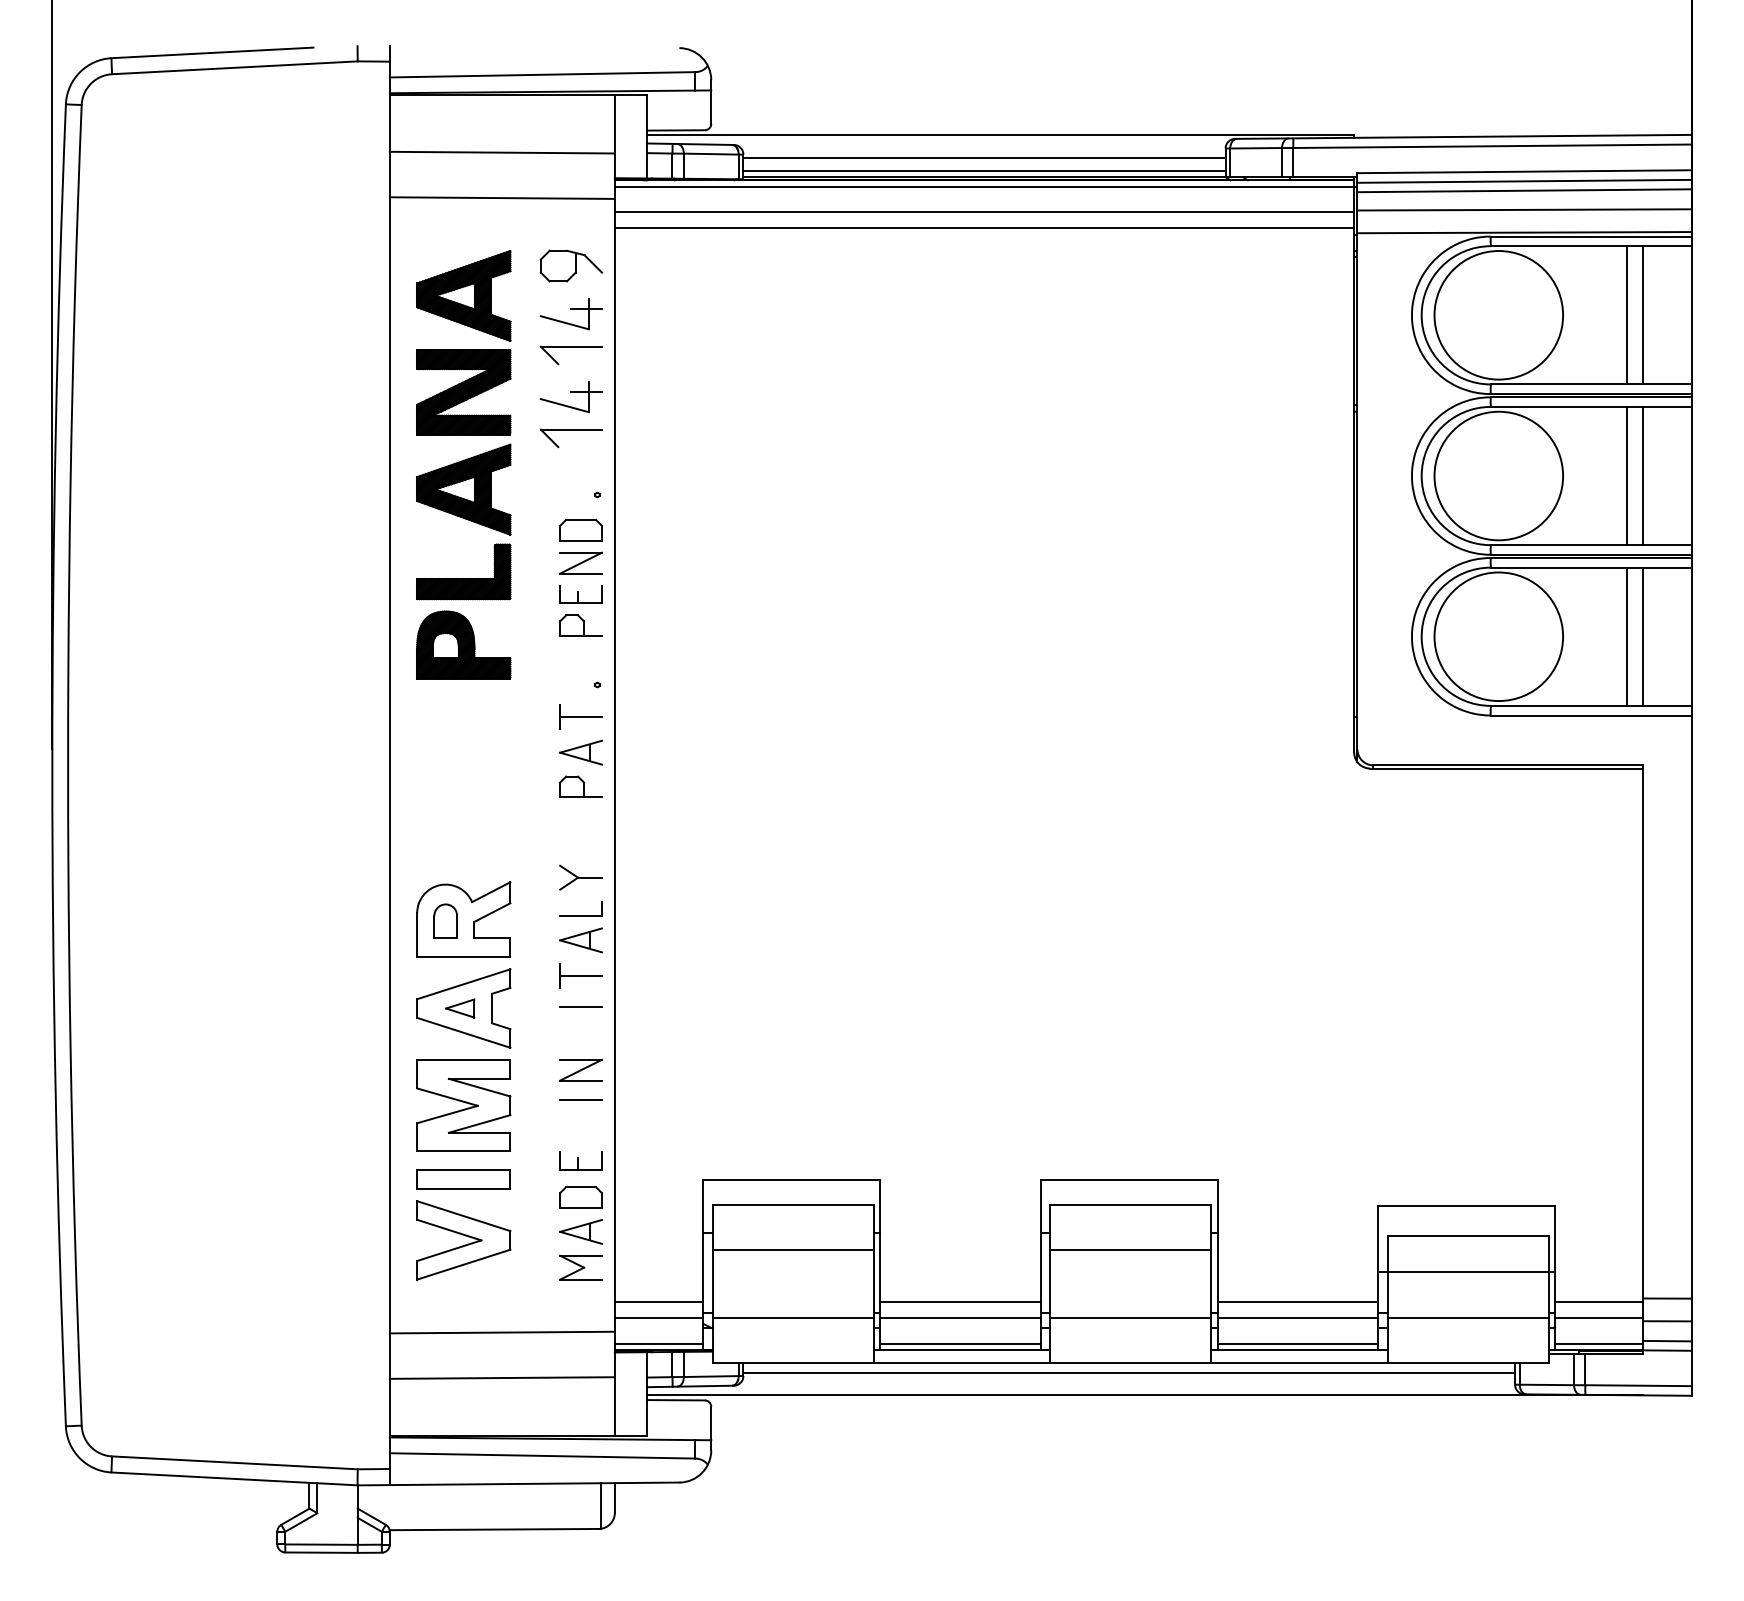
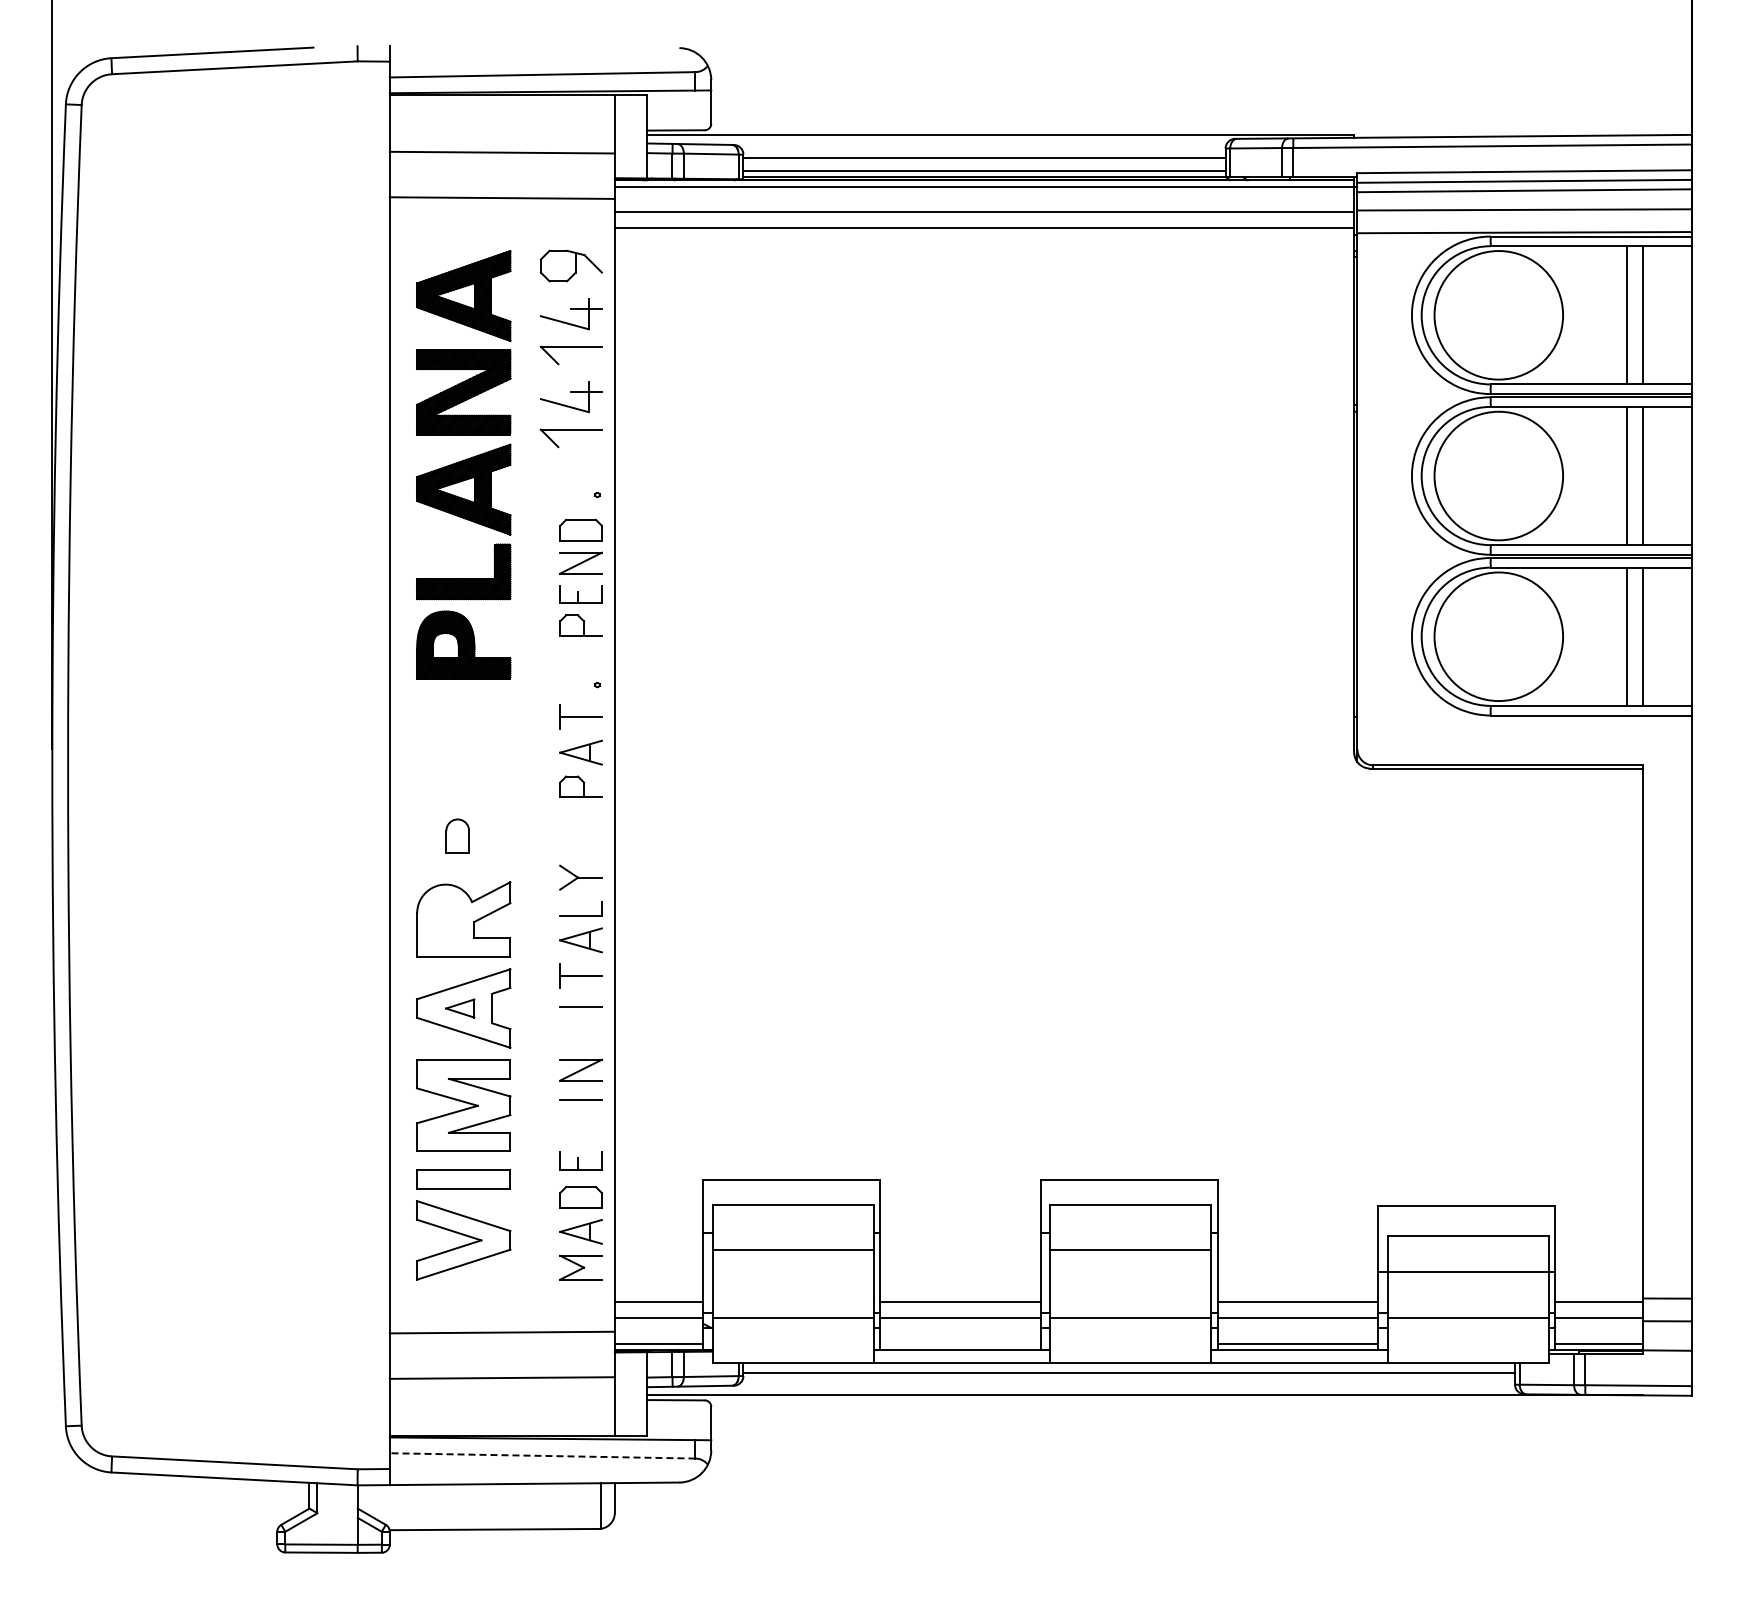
part at (445, 920) position: (445, 920) -> (457, 835)
line at (1667, 1340): present -> none
line at (960, 1343): present -> none
line at (542, 1455): solid -> dashed
